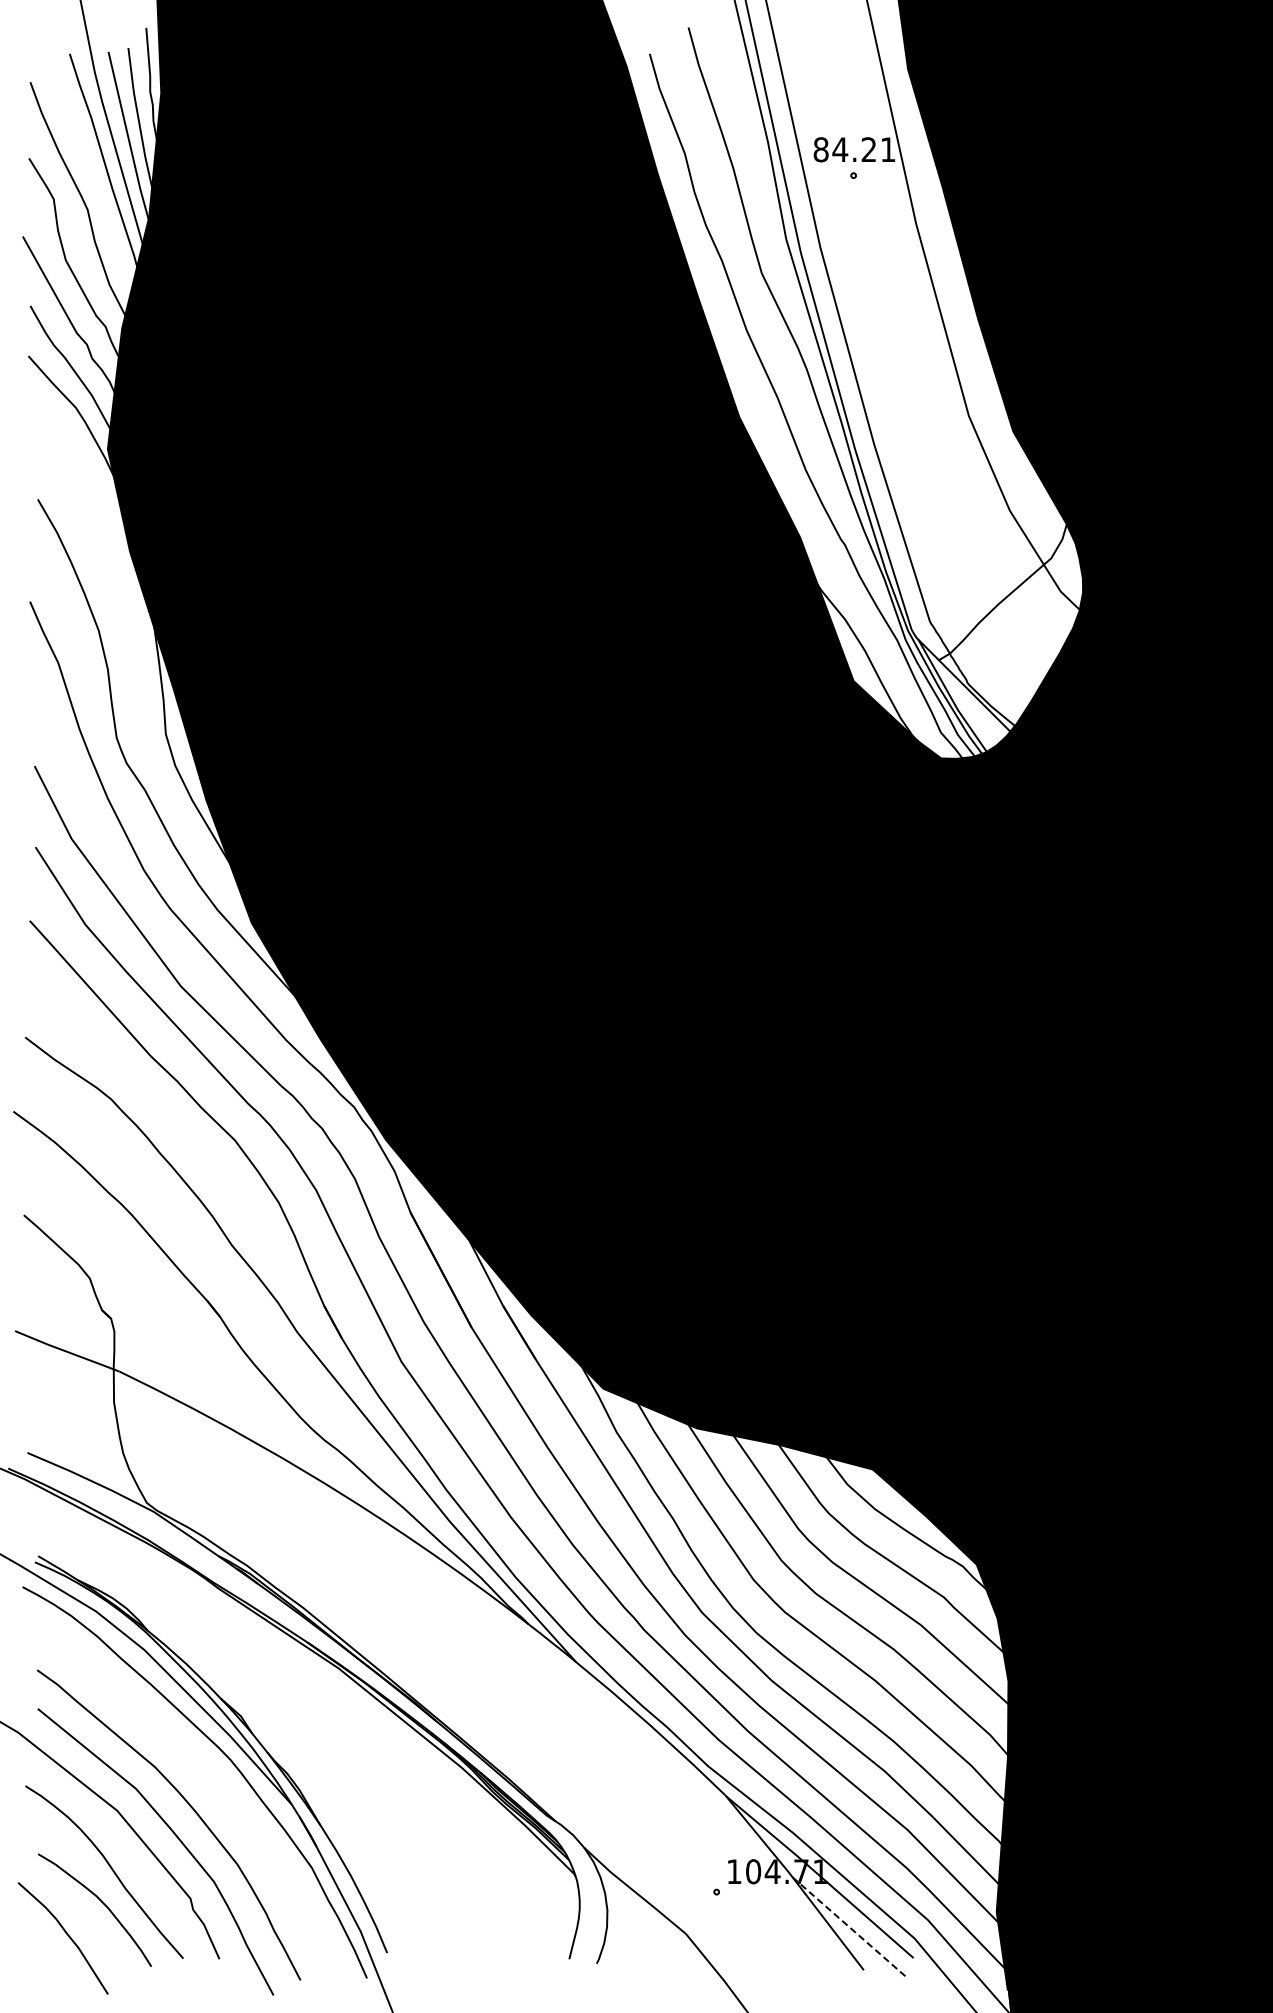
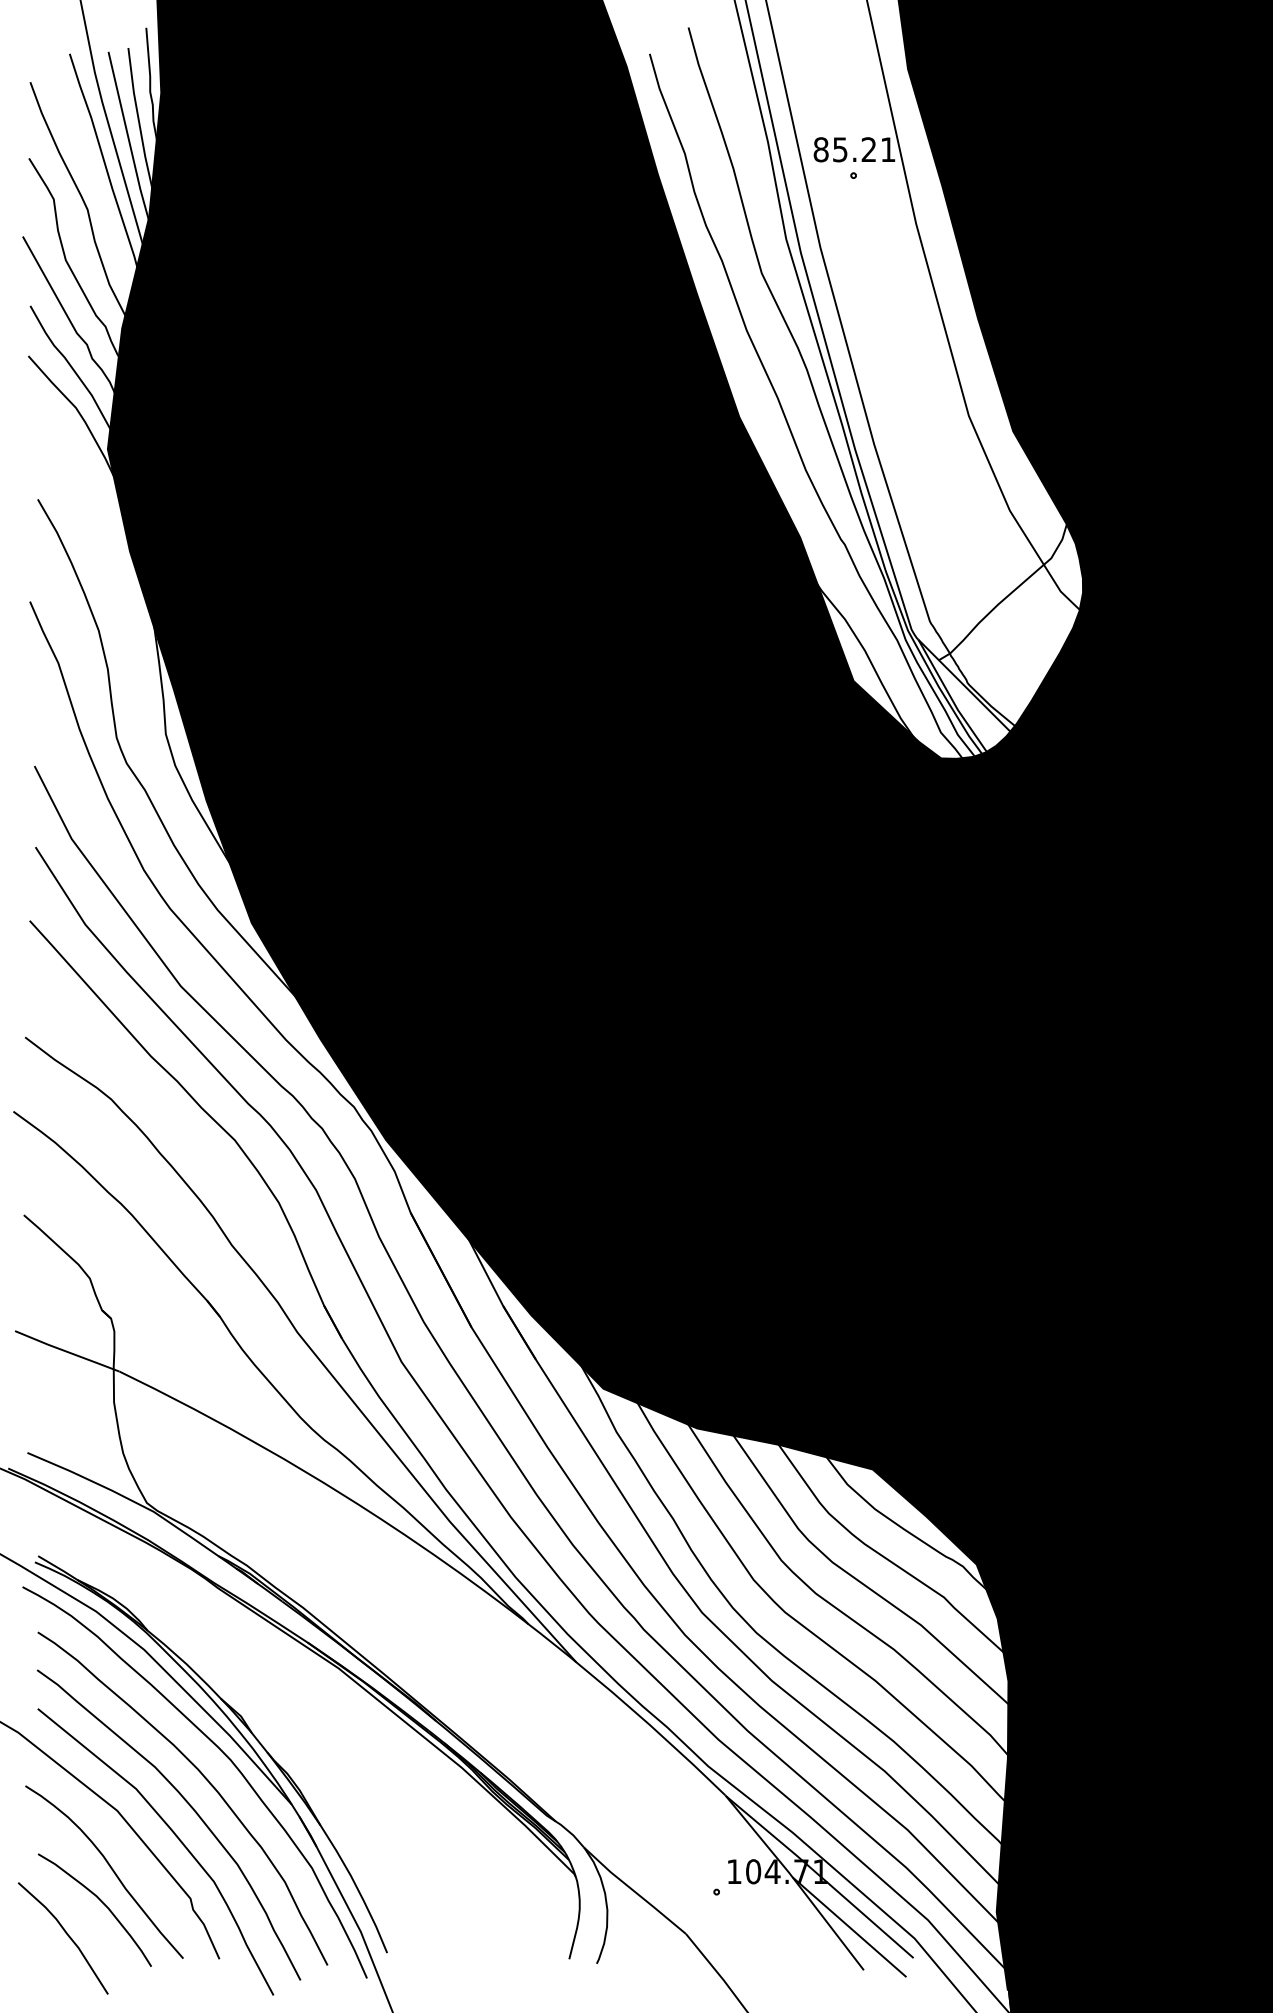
text at (840, 149): 84.21 -> 85.21
curve at (203, 1777): none -> present
line at (849, 1927): dashed -> solid
